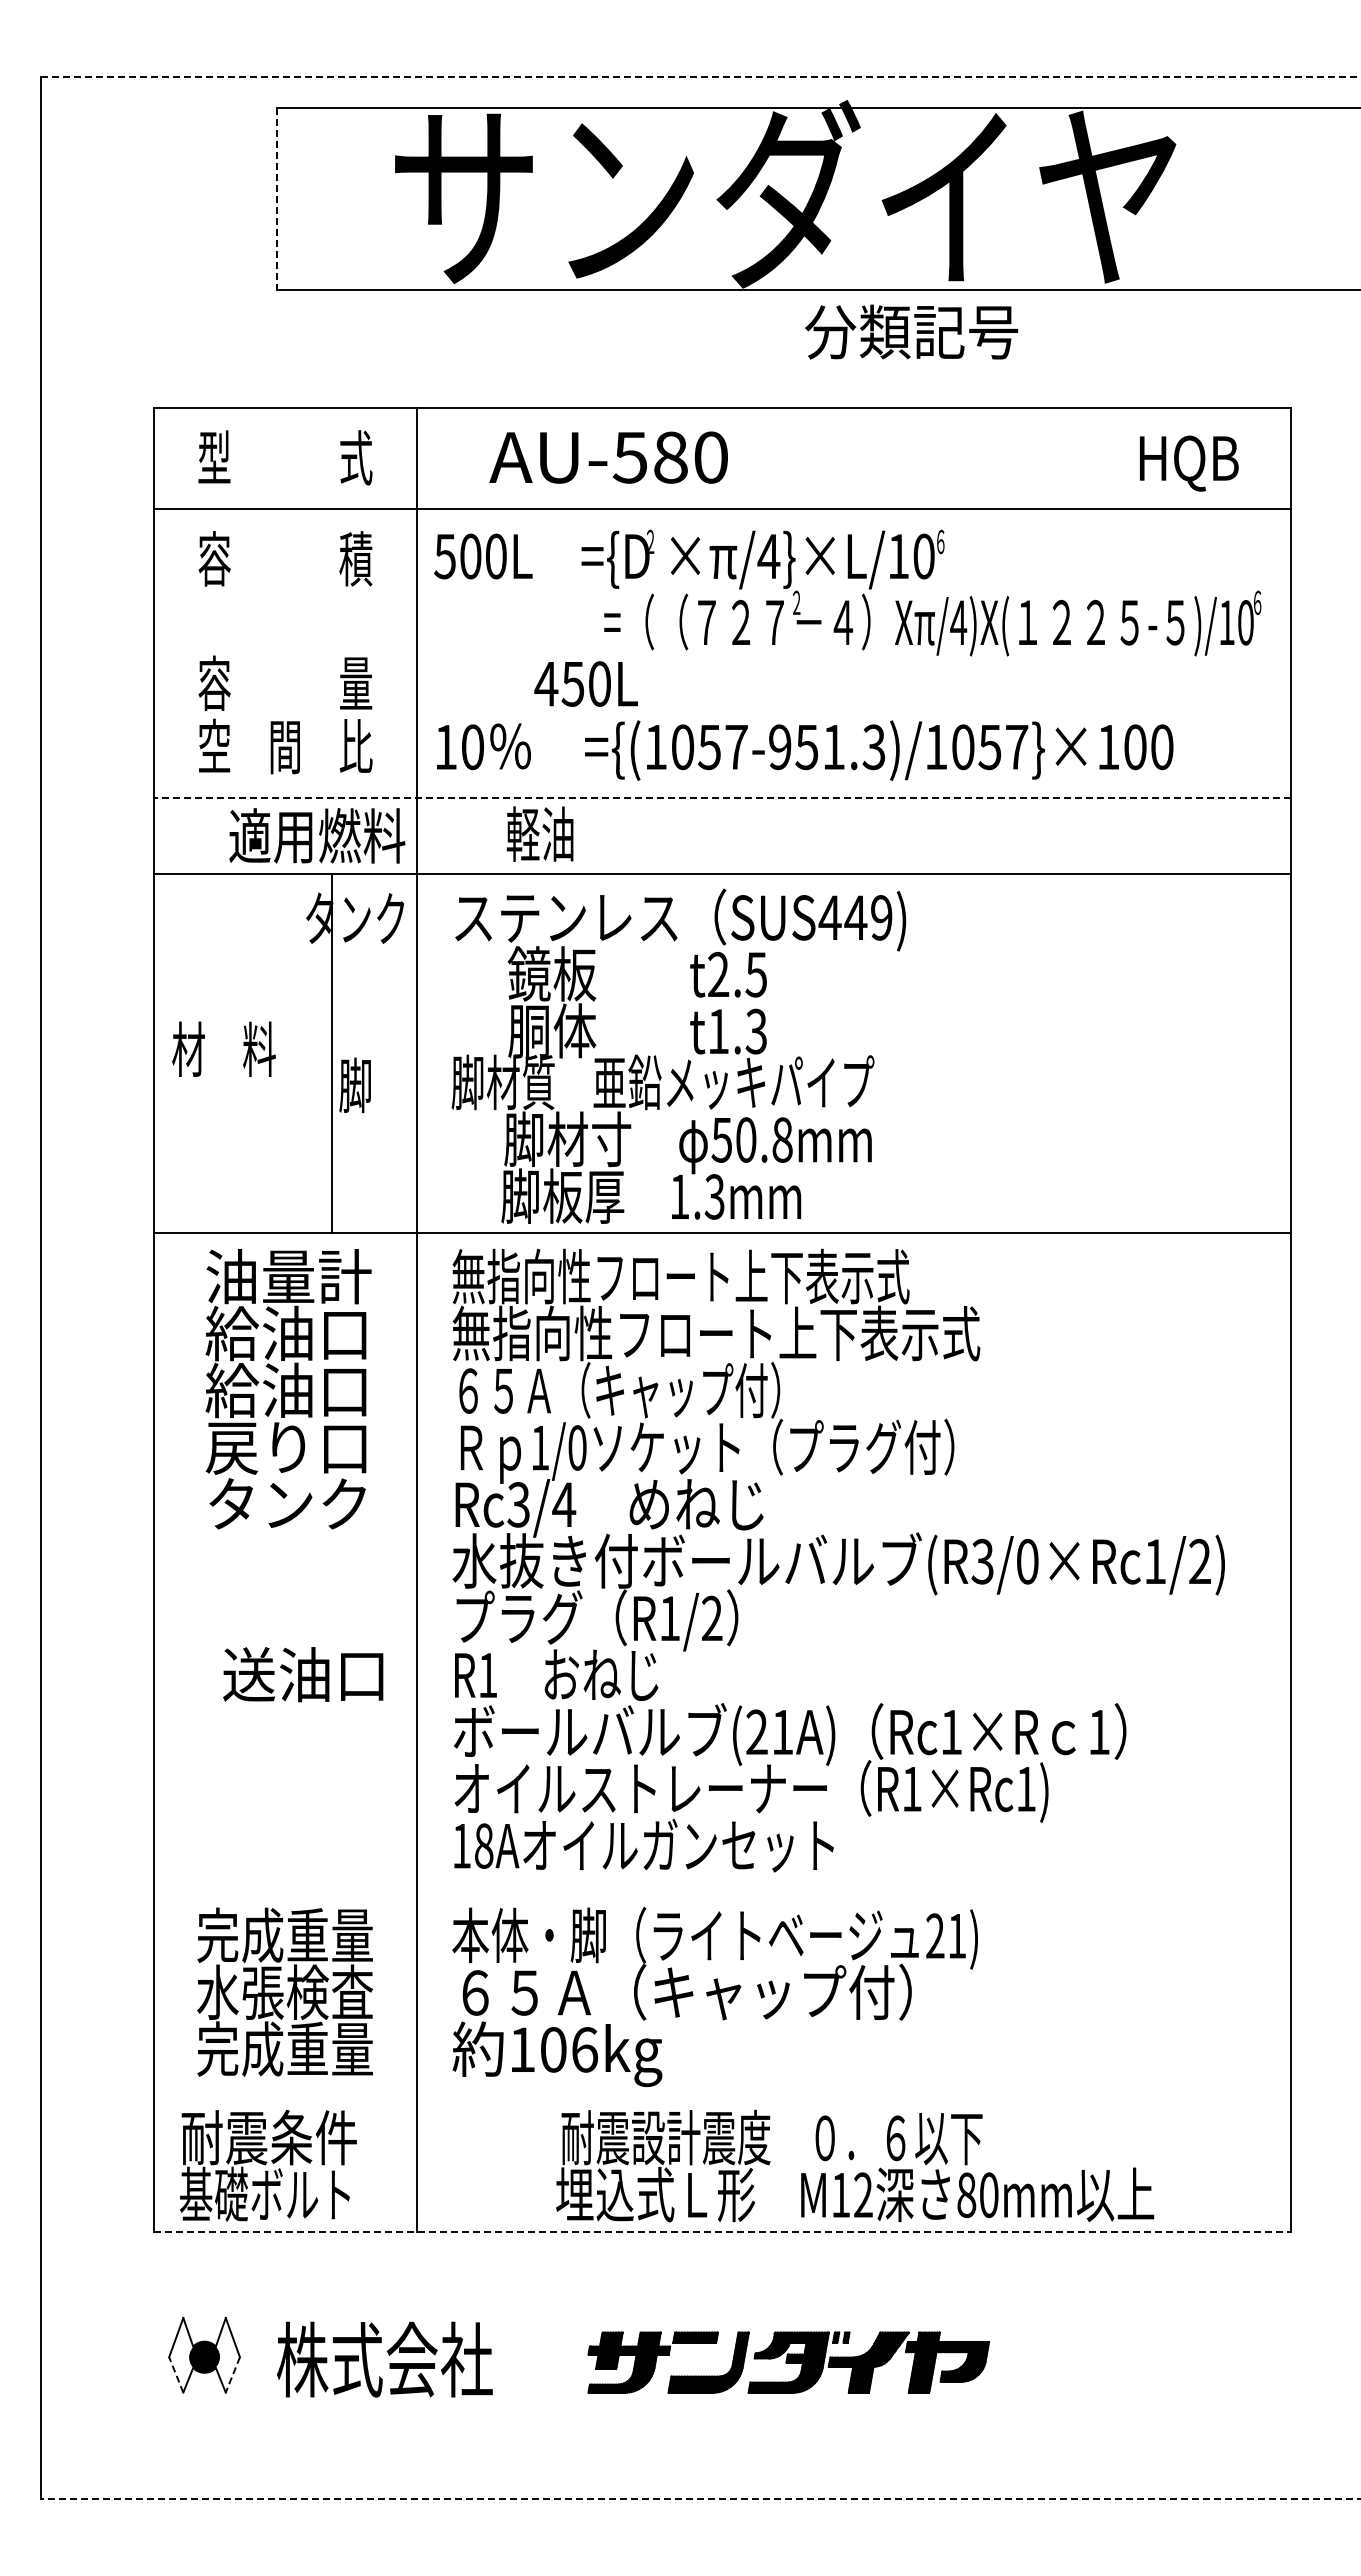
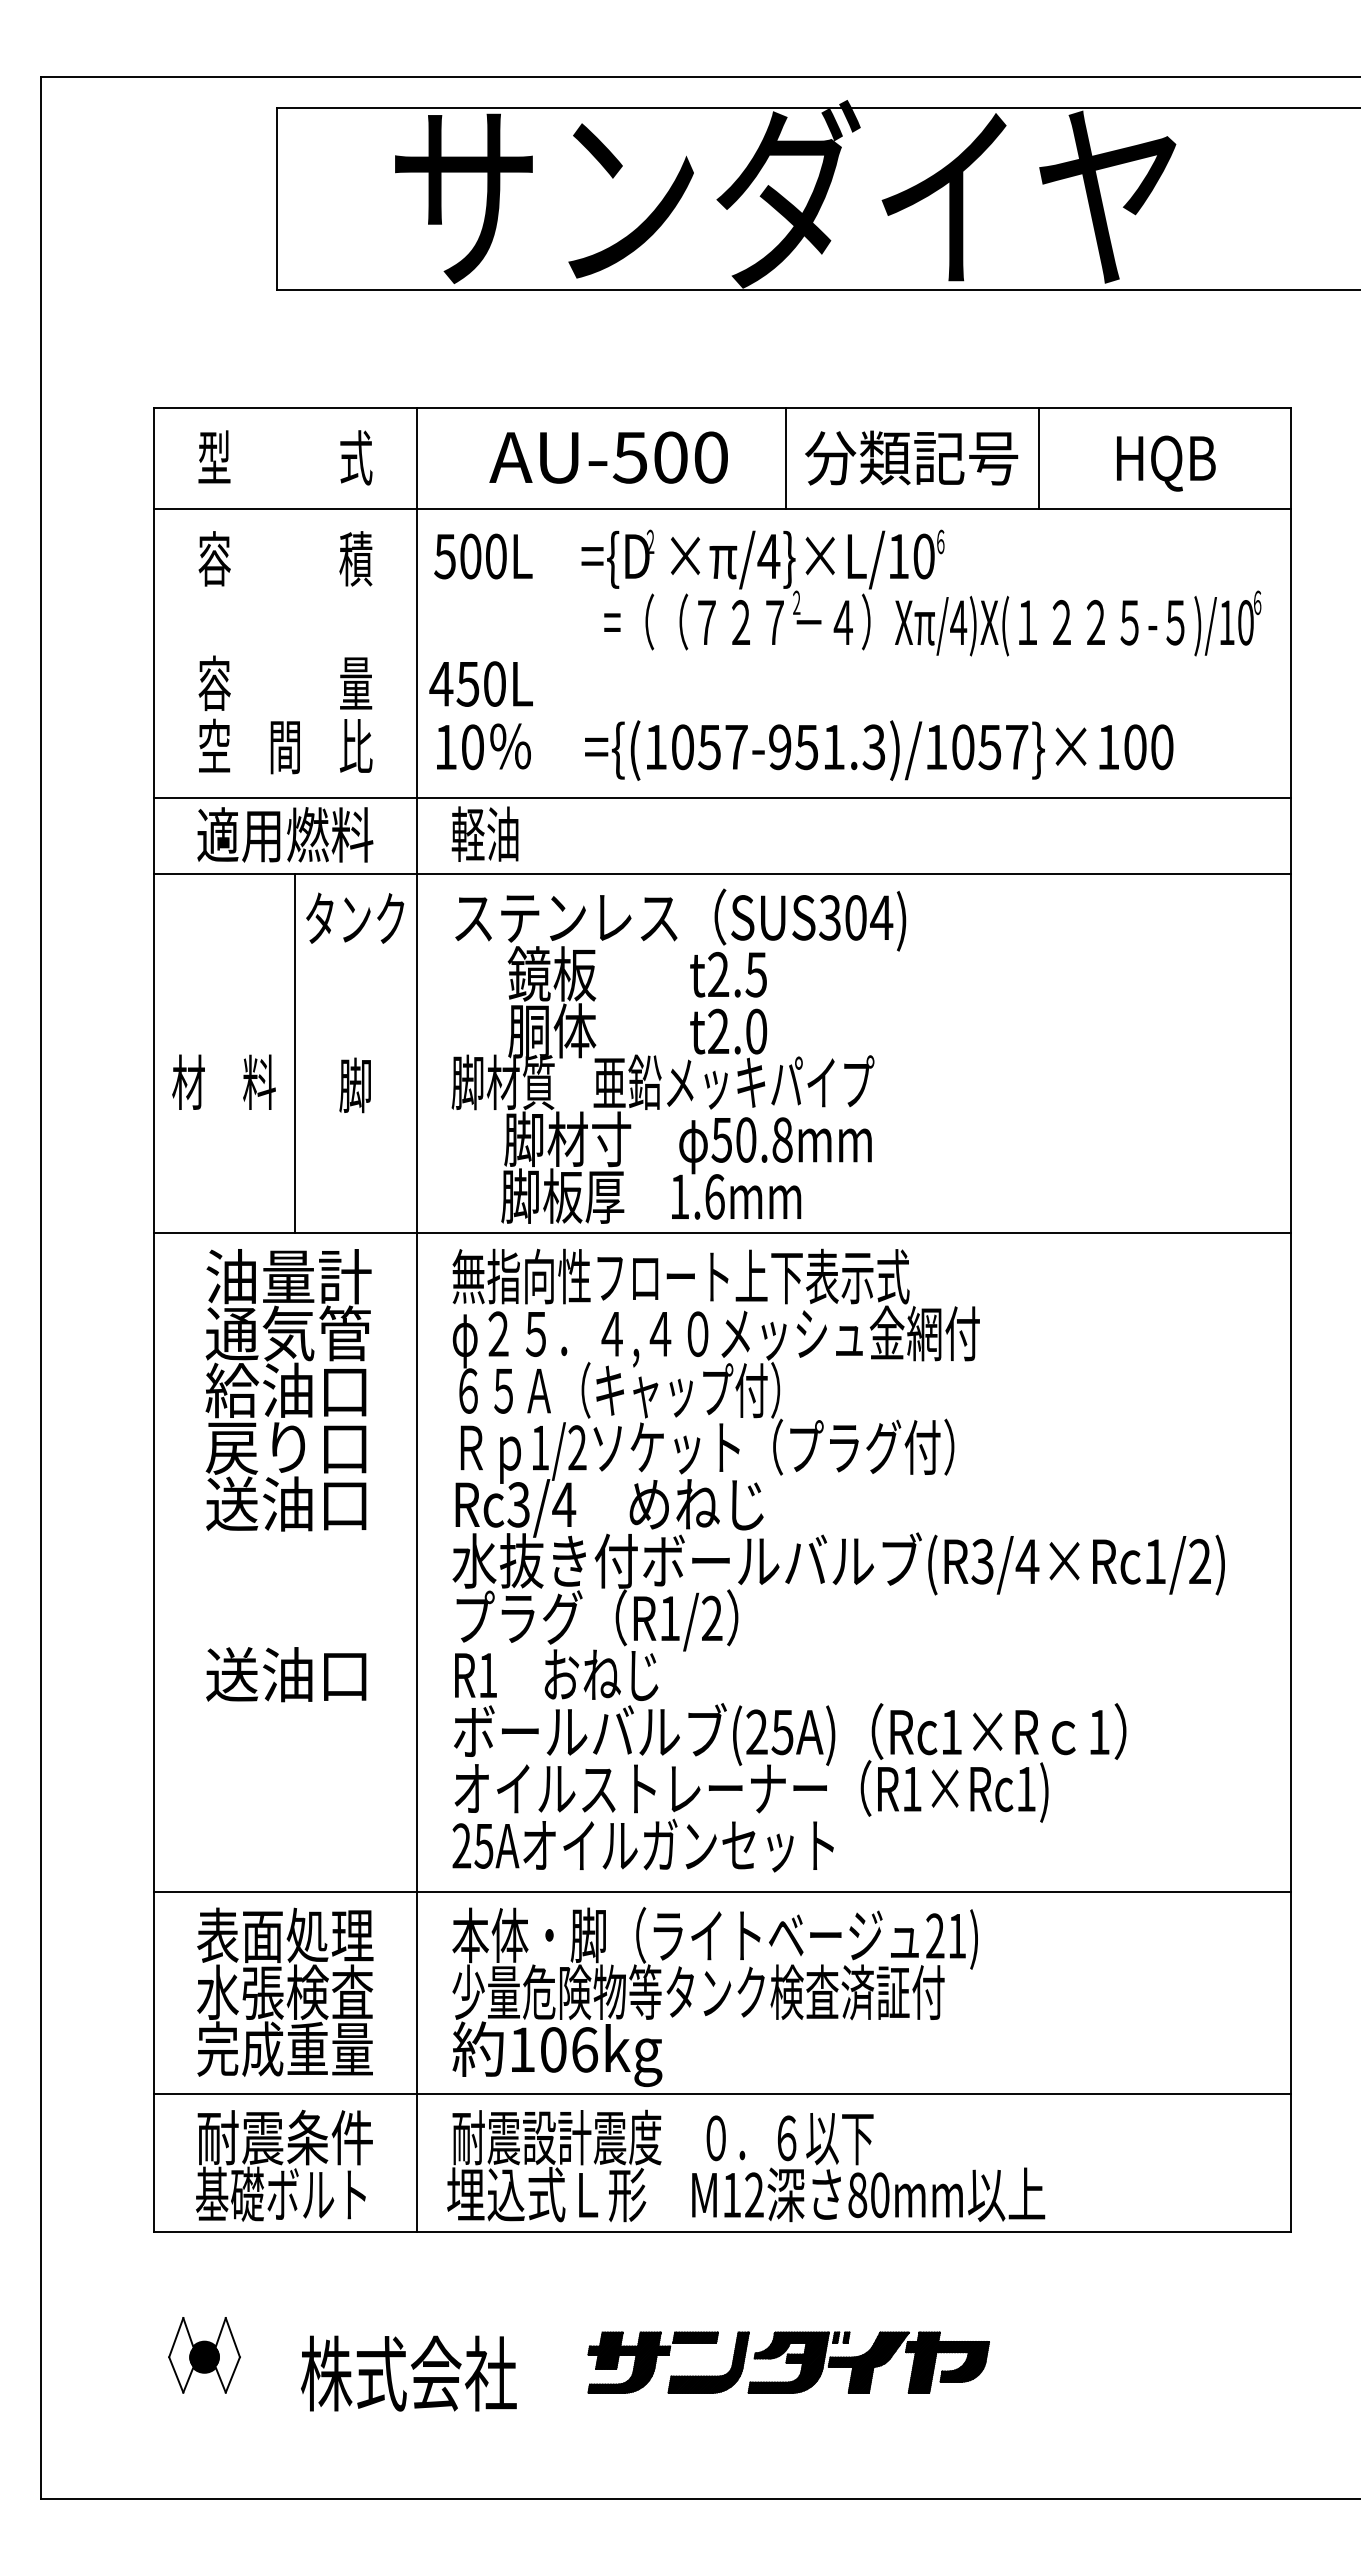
line at (700, 77): dashed -> solid
line at (276, 199): dashed -> solid
text at (911, 331) position: (911, 331) -> (911, 457)
text at (670, 457): AU-580 -> AU-500
line at (785, 458): none -> present
line at (1038, 458): none -> present
text at (1189, 463) position: (1189, 463) -> (1166, 463)
text at (585, 683) position: (585, 683) -> (480, 683)
line at (722, 797): dashed -> solid
text at (539, 833) position: (539, 833) -> (484, 833)
text at (317, 835) position: (317, 835) -> (285, 834)
text at (855, 917): SUS449) -> SUS304)
text at (737, 1031): t1.3 -> t2.0
text at (223, 1048) position: (223, 1048) -> (223, 1081)
line at (331, 1053) position: (331, 1053) -> (294, 1053)
text at (714, 1196): 1.3mm -> 1.6mm
text at (287, 1333): 給油口 -> 通気管
text at (716, 1336): 無指向性フロート上下表示式 -> φ２５．４,４０メッシュ金網付
text at (577, 1447): 1/0 -> 1/2
text at (286, 1503): タンク -> 送油口
text at (1027, 1561): (R3/0×Rc1/2) -> (R3/4×Rc1/2)
text at (303, 1674) position: (303, 1674) -> (286, 1674)
text at (782, 1732): (21A) -> (25A)
text at (472, 1845): 18A -> 25A
line at (722, 1891): none -> present
text at (285, 1935): 完成重量 -> 表面処理
text at (698, 1991): ６５Ａ（キャップ付） -> 少量危険物等タンク検査済証付
line at (722, 2094): none -> present
text at (268, 2165) position: (268, 2165) -> (284, 2165)
text at (855, 2165) position: (855, 2165) -> (746, 2165)
line at (722, 2232): dashed -> solid
text at (384, 2359) position: (384, 2359) -> (408, 2373)
line at (176, 2374): dashed -> solid
line at (232, 2375): dashed -> solid
line at (700, 2498): dashed -> solid
